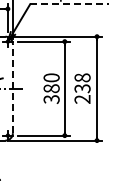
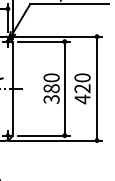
line at (70, 4): dashed -> solid
line at (12, 88): dashed -> solid
text at (82, 88): 238 -> 420
